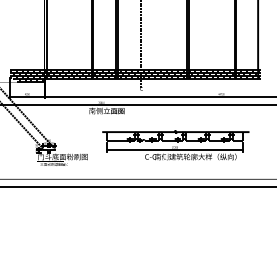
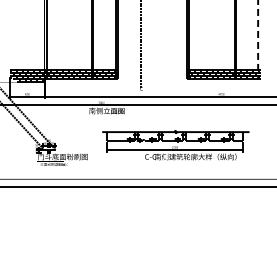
line at (258, 40): solid -> dashed
hatch at (152, 74): present -> none
